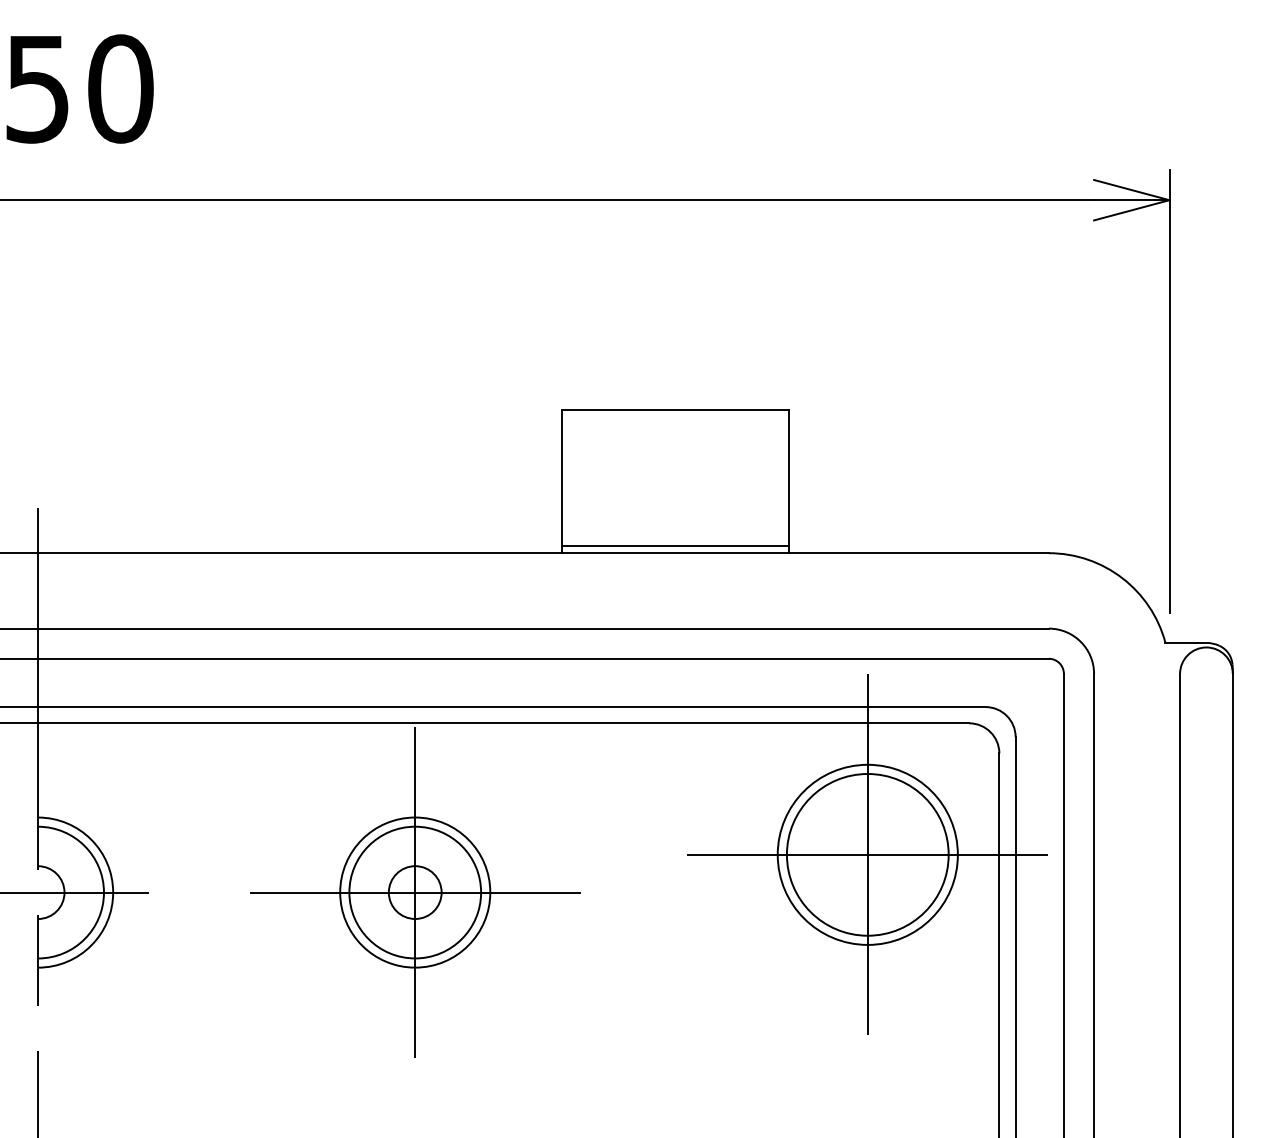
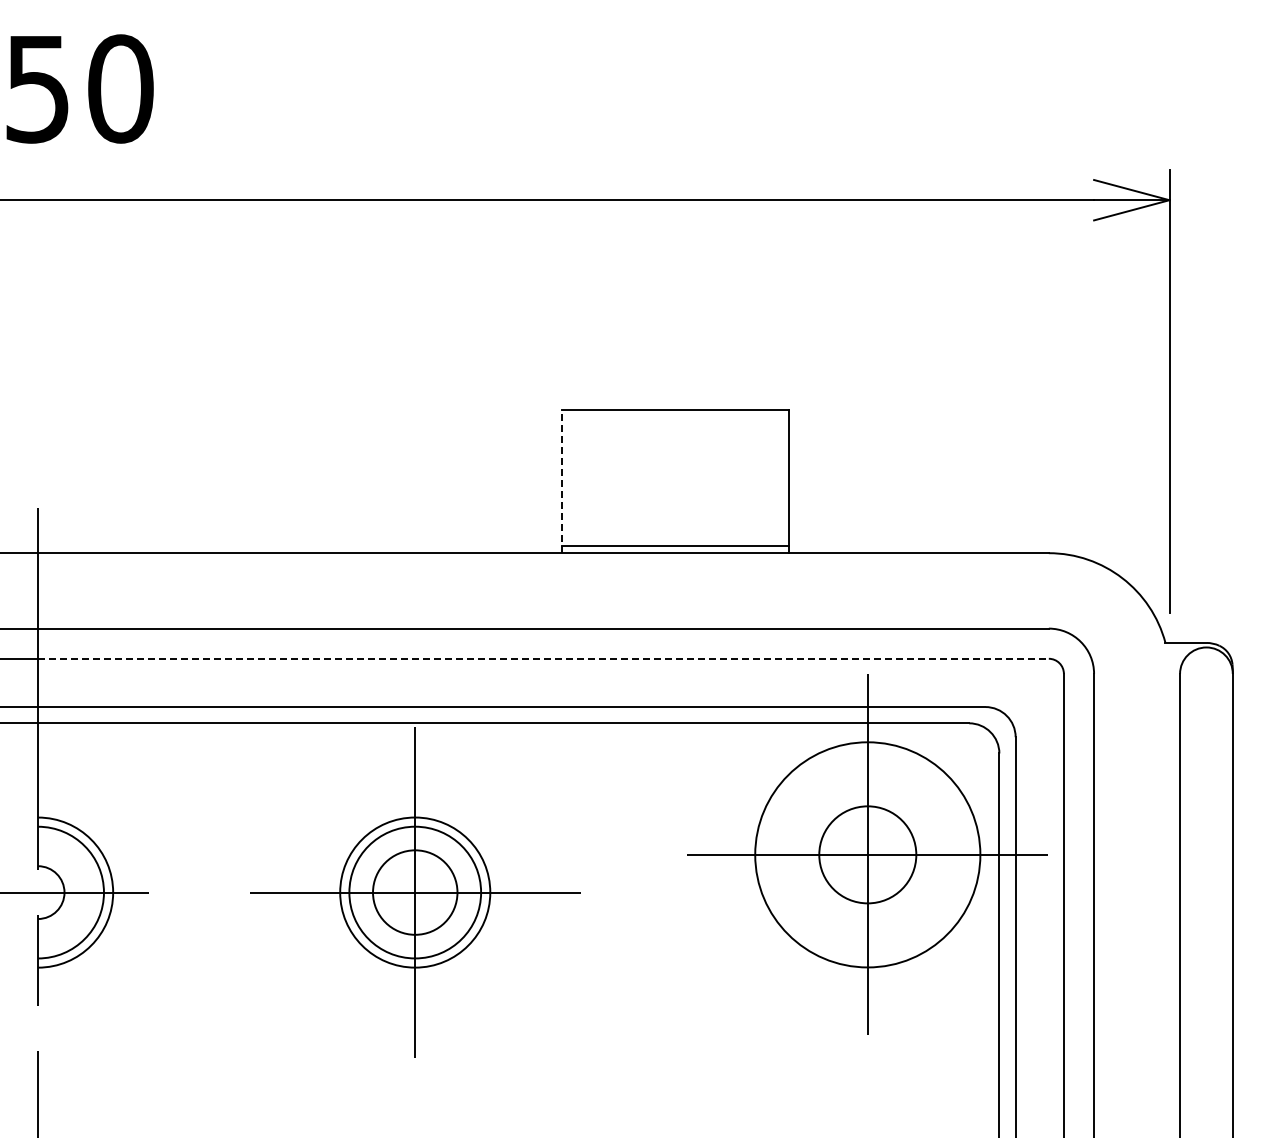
line at (562, 481): solid -> dashed
line at (543, 658): solid -> dashed
circle at (867, 854) diameter: 162 px -> 97 px
circle at (867, 854) diameter: 180 px -> 225 px
circle at (414, 892) diameter: 53 px -> 84 px
